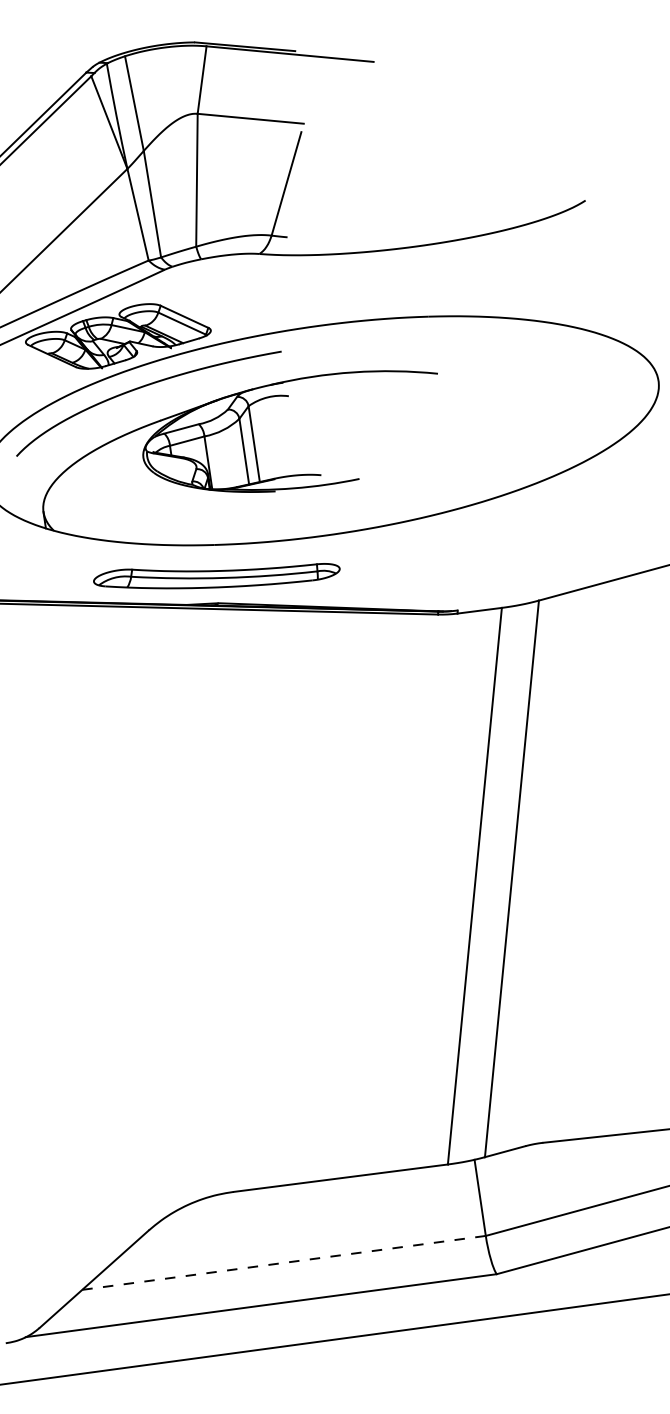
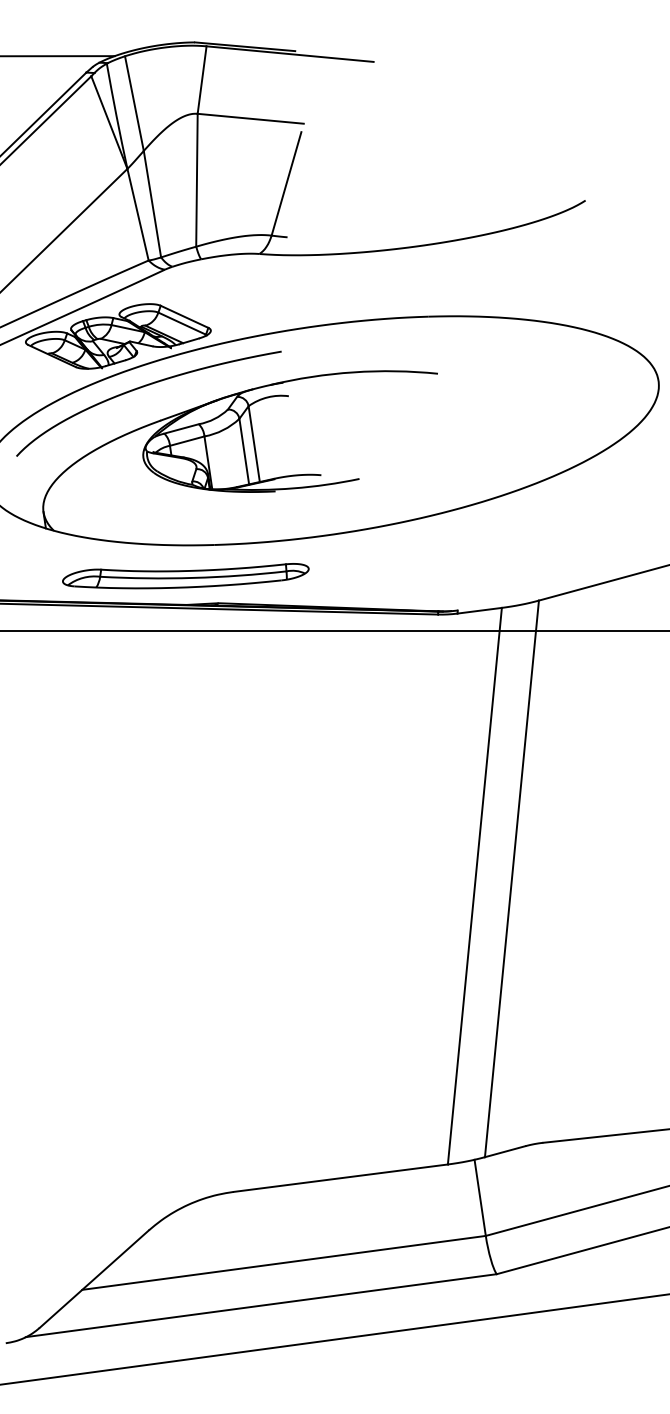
line at (58, 56): none -> present
part at (216, 576) position: (216, 576) -> (185, 576)
line at (334, 630): none -> present
line at (284, 1262): dashed -> solid
